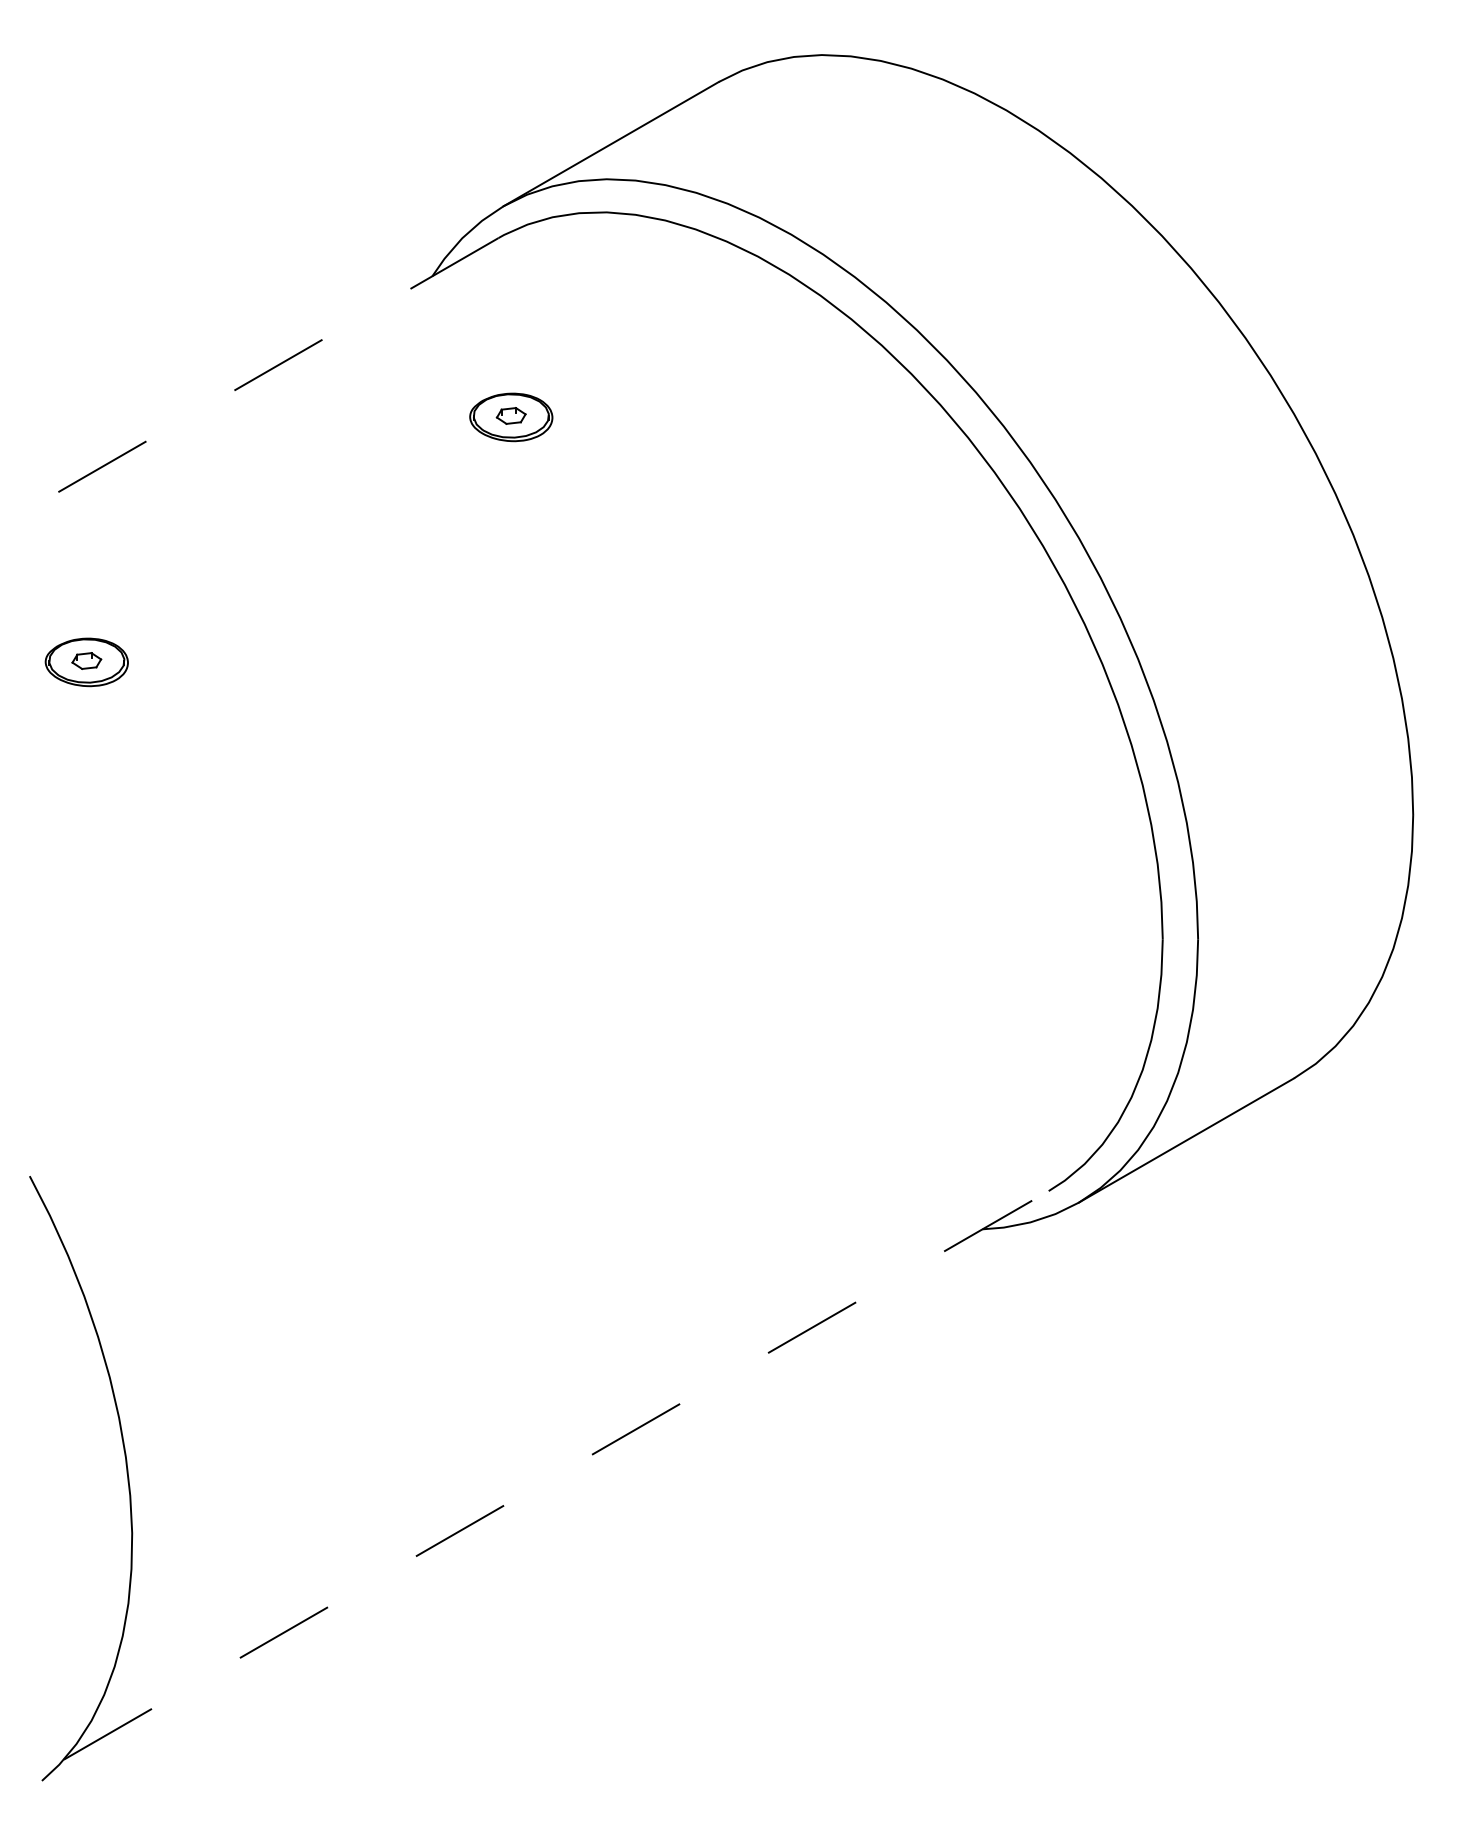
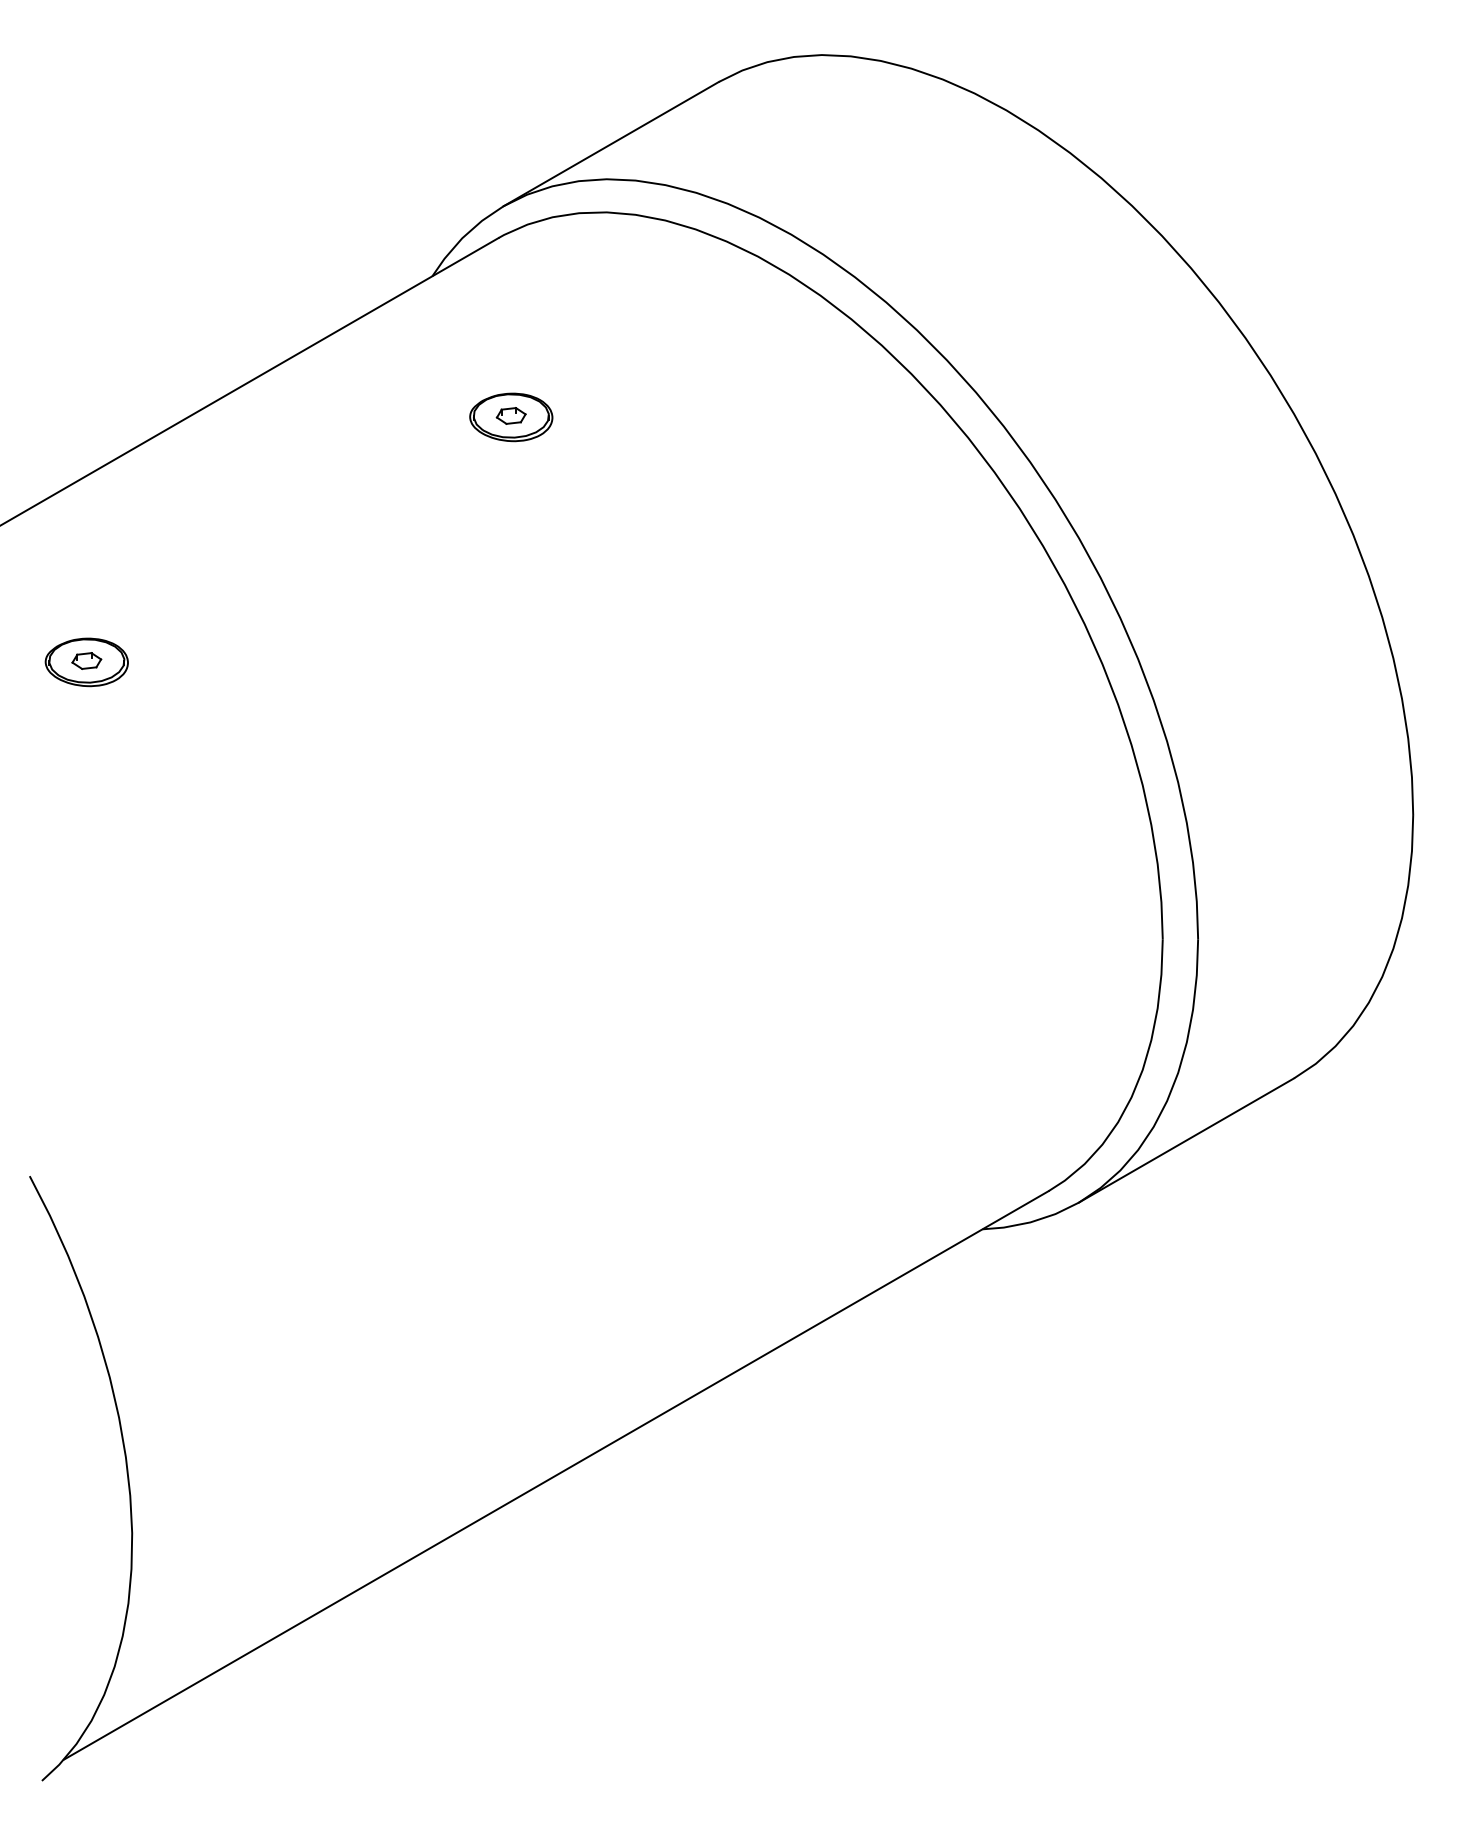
line at (249, 381): dashed -> solid
line at (556, 1475): dashed -> solid
